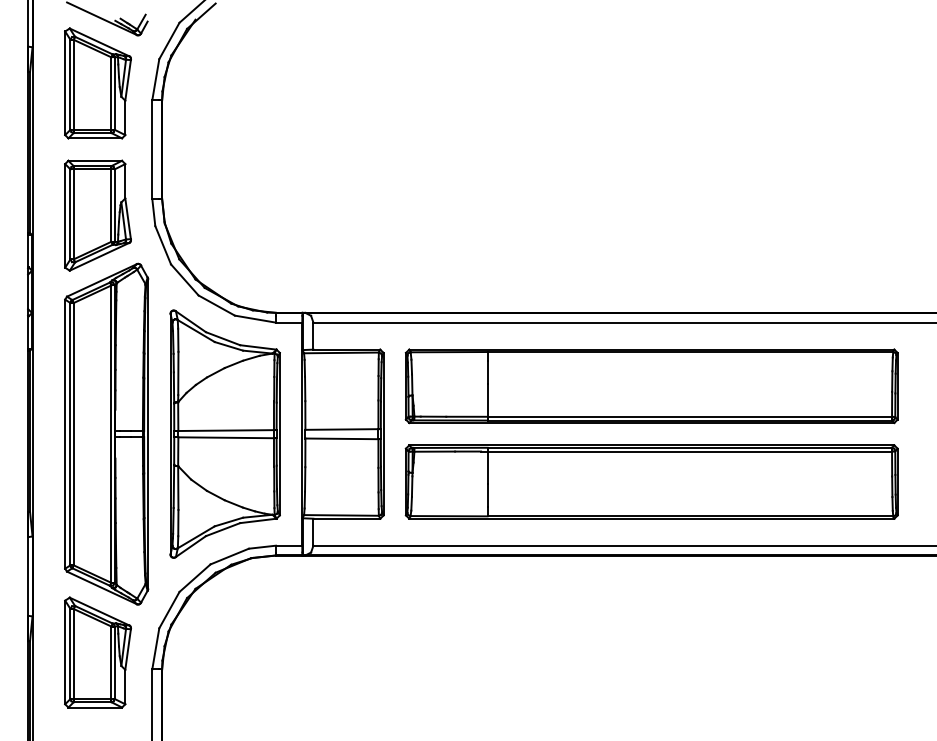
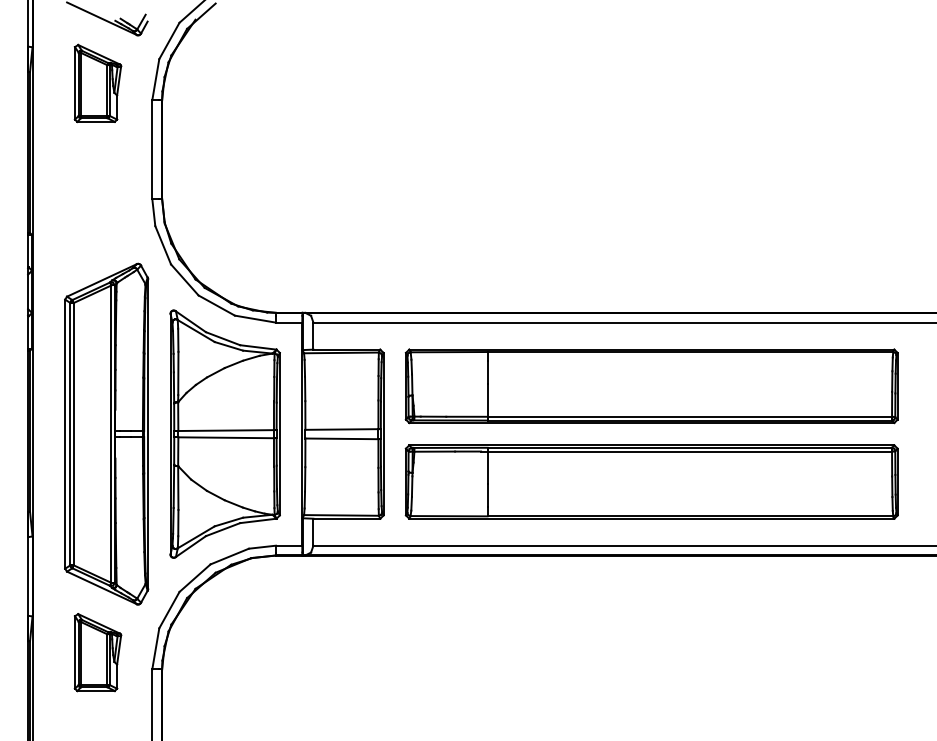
part at (97, 83) size: 68x113 px -> 50x81 px
part at (97, 215): present -> none
part at (97, 652) size: 68x113 px -> 50x80 px
